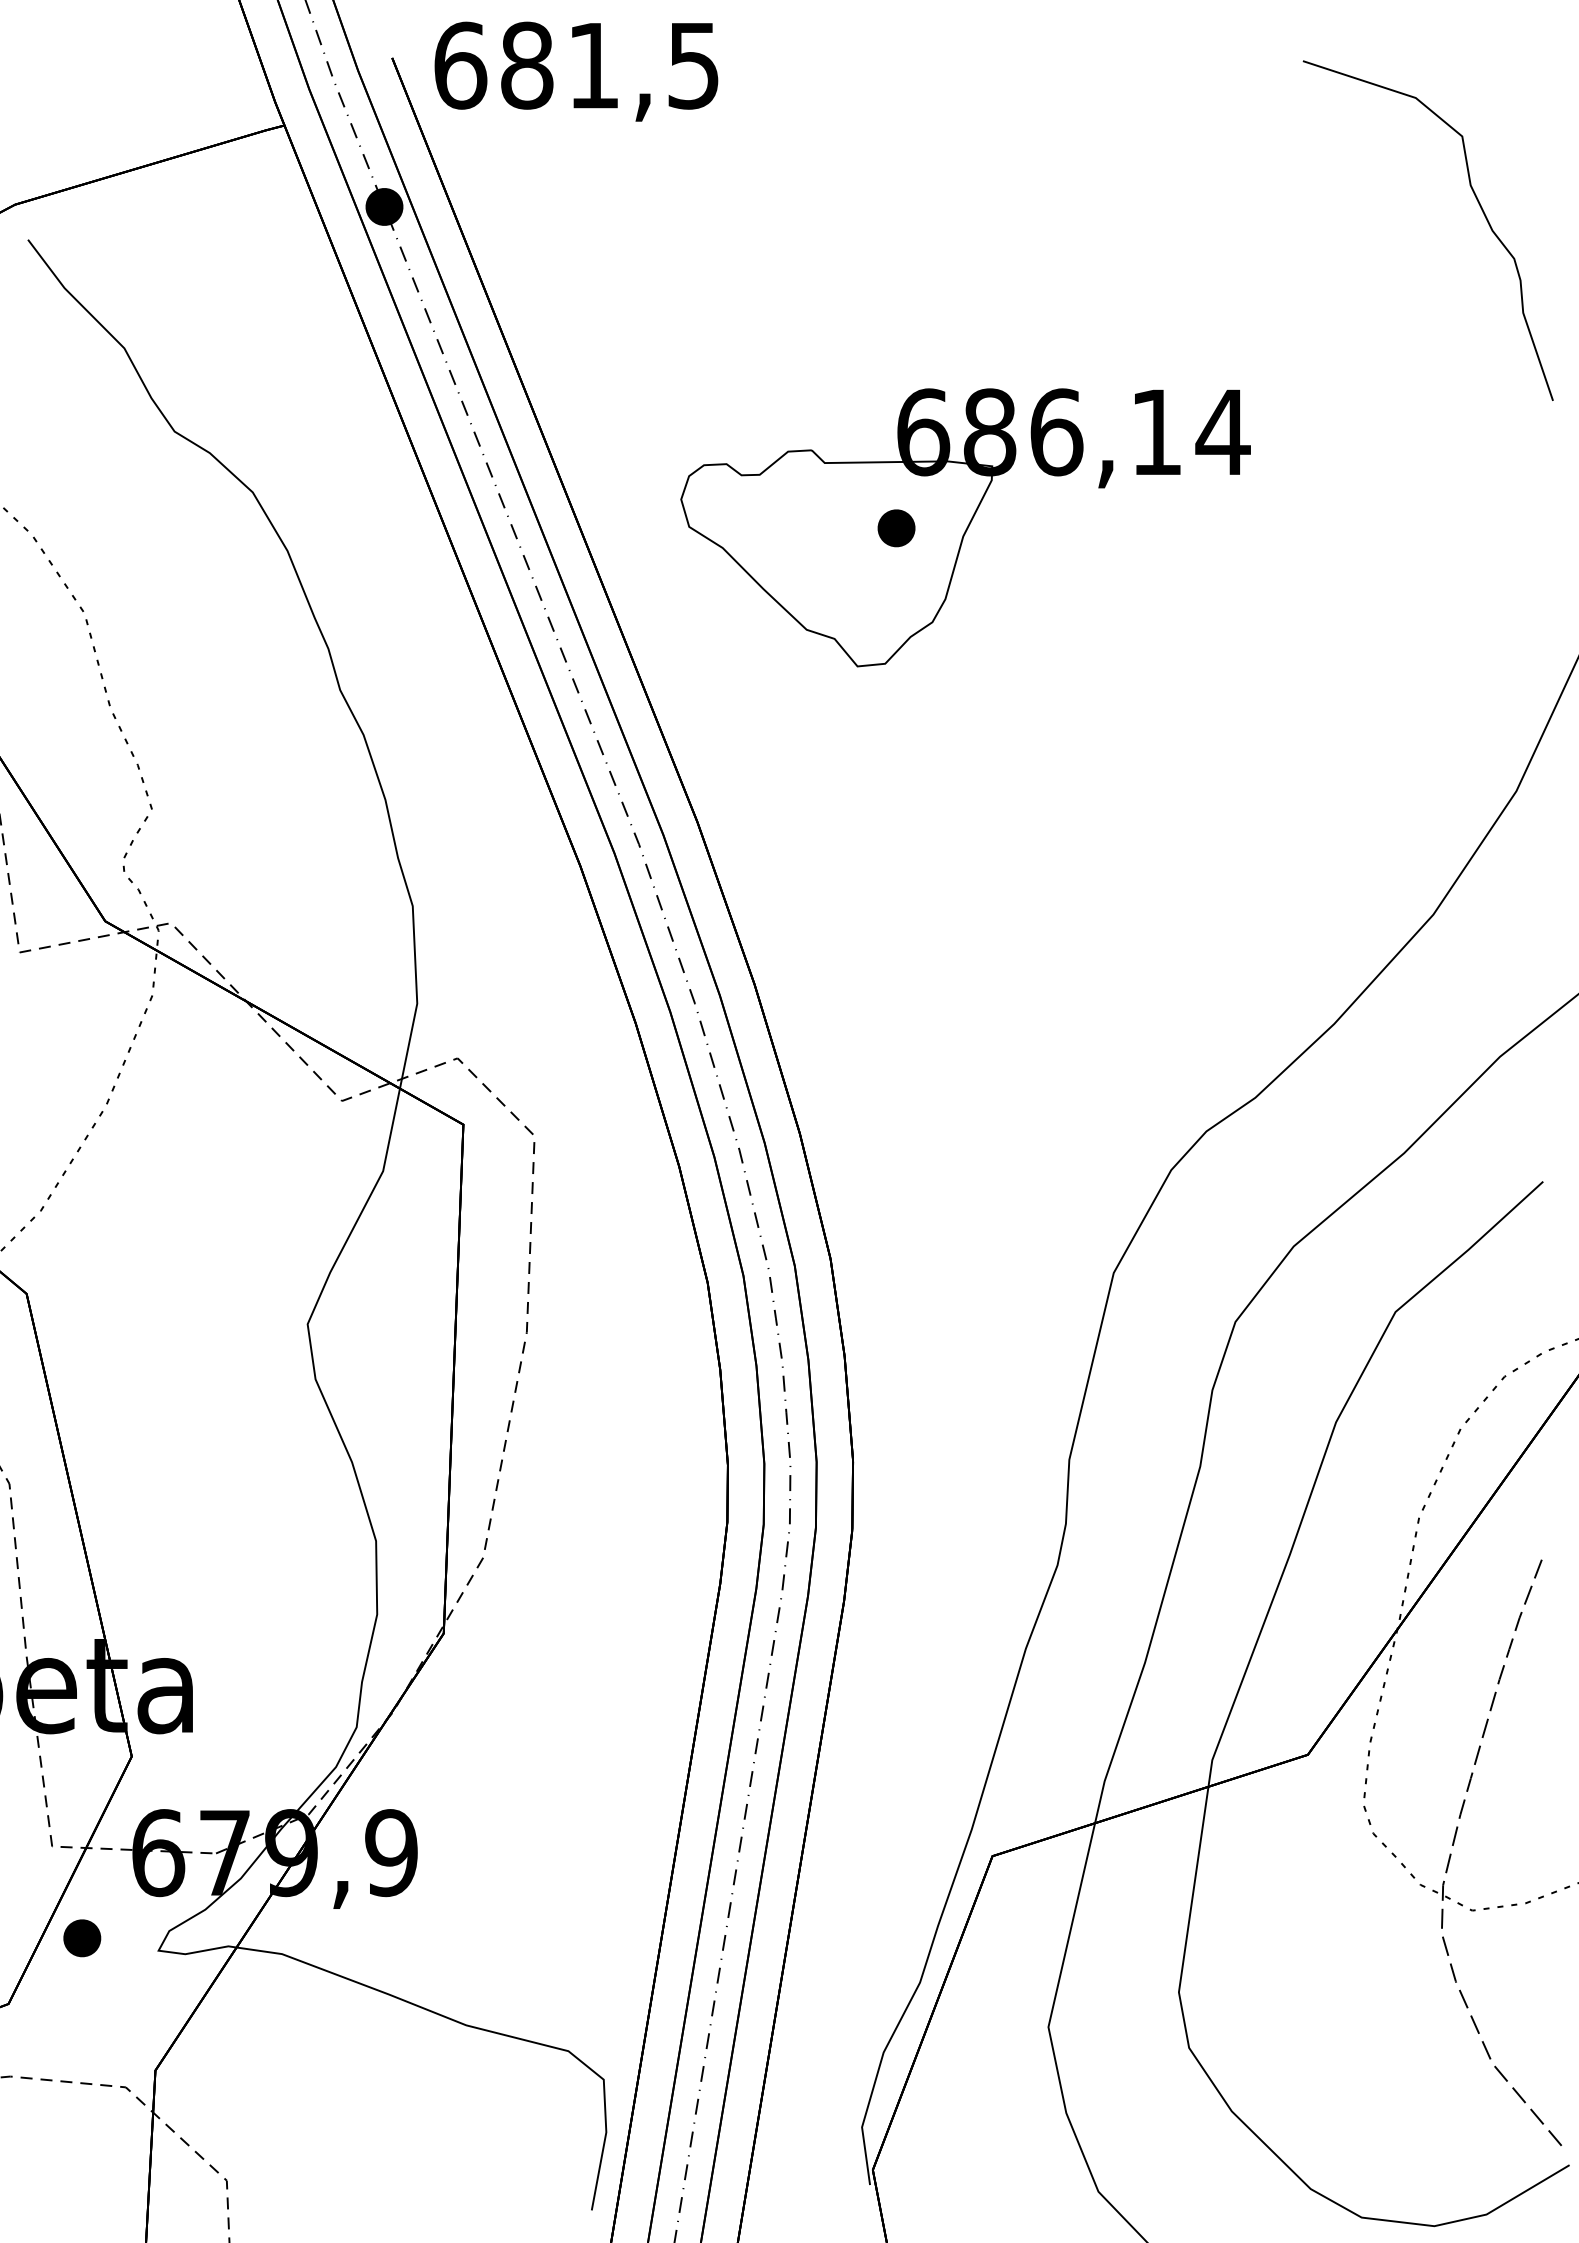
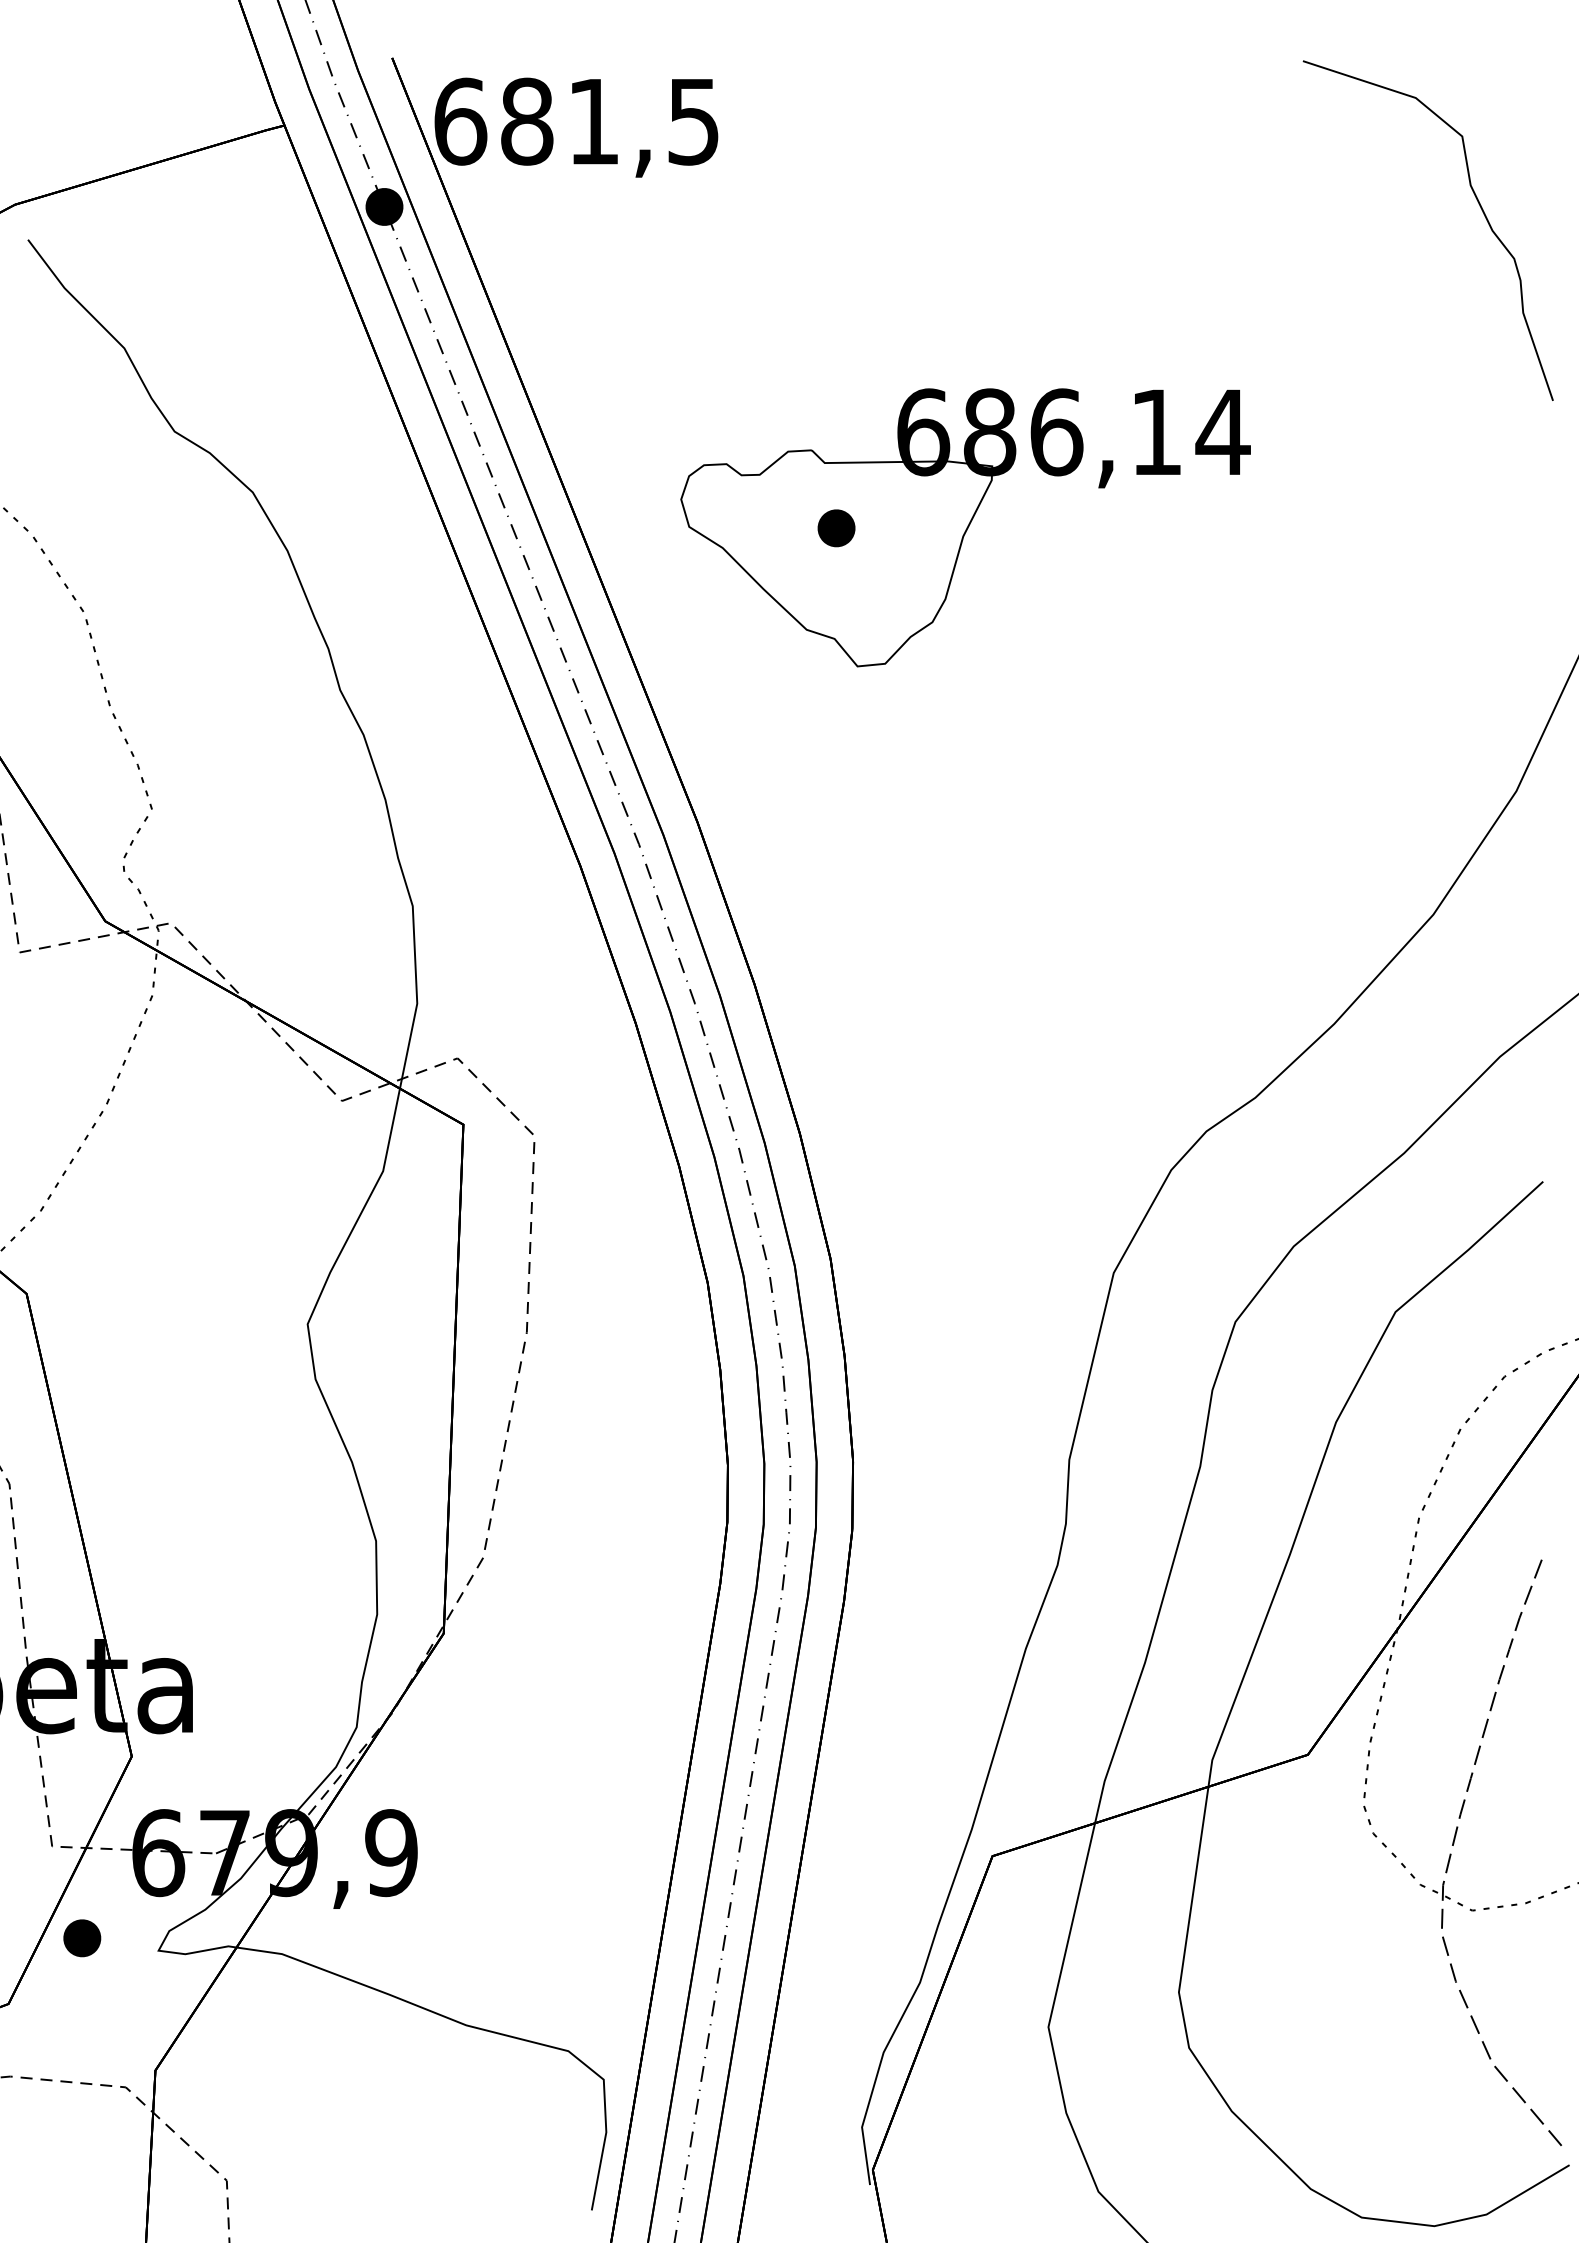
text at (576, 71) position: (576, 71) -> (576, 127)
part at (896, 528) position: (896, 528) -> (836, 528)
